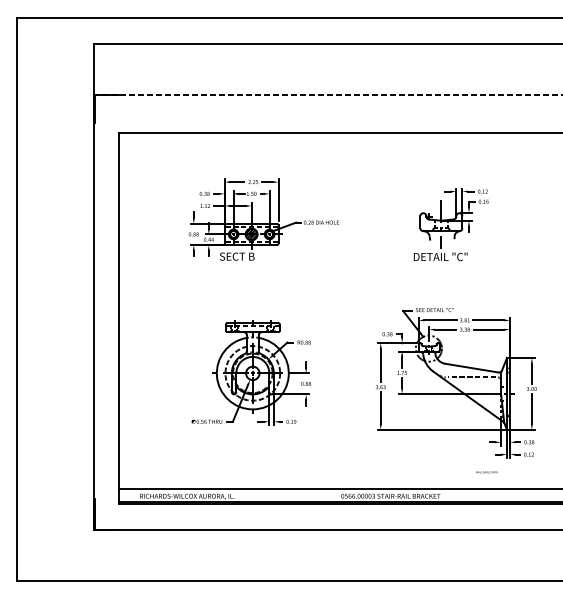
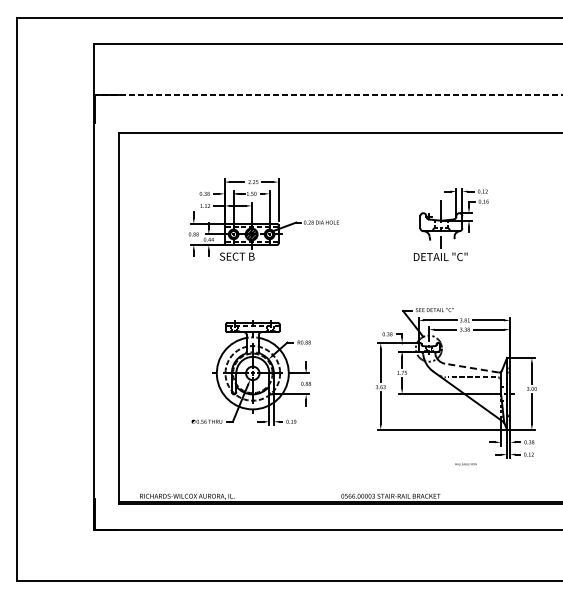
line at (471, 368): solid -> dashed
text at (486, 472) position: (486, 472) -> (465, 464)
line at (339, 489): present -> none
